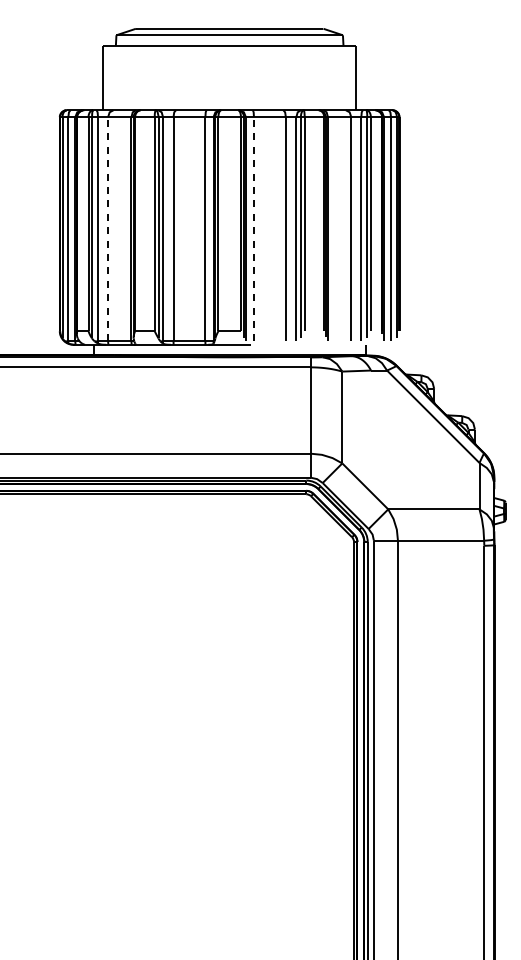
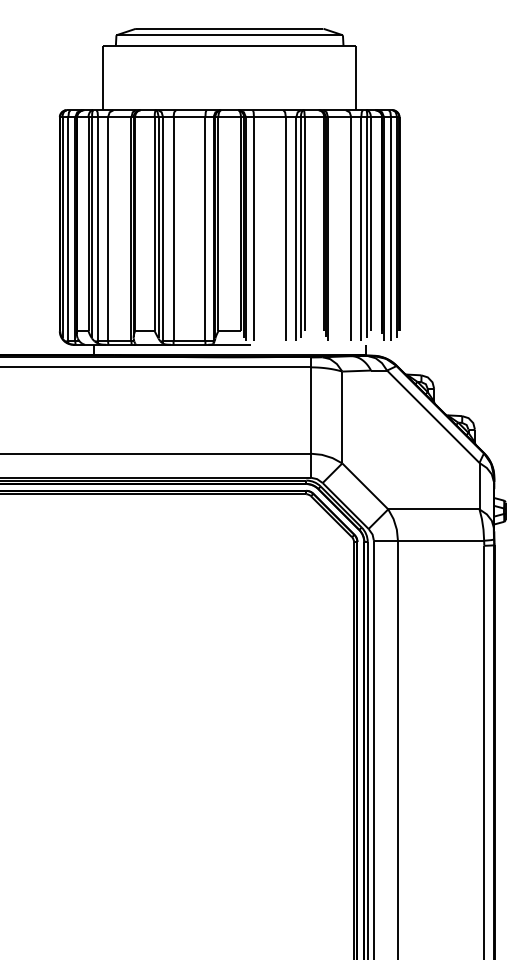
line at (108, 228): dashed -> solid
line at (253, 228): dashed -> solid
